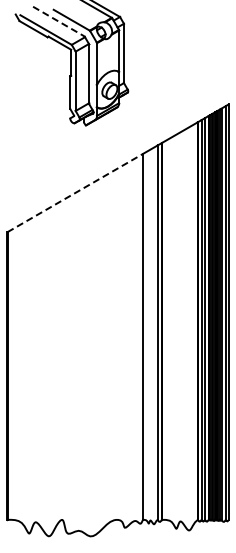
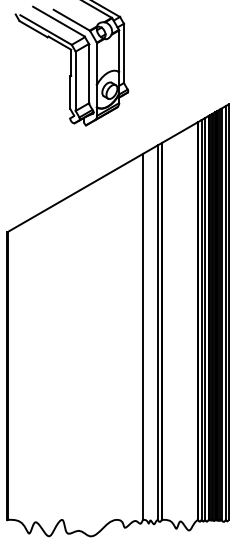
line at (58, 21): dashed -> solid
line at (75, 192): dashed -> solid
